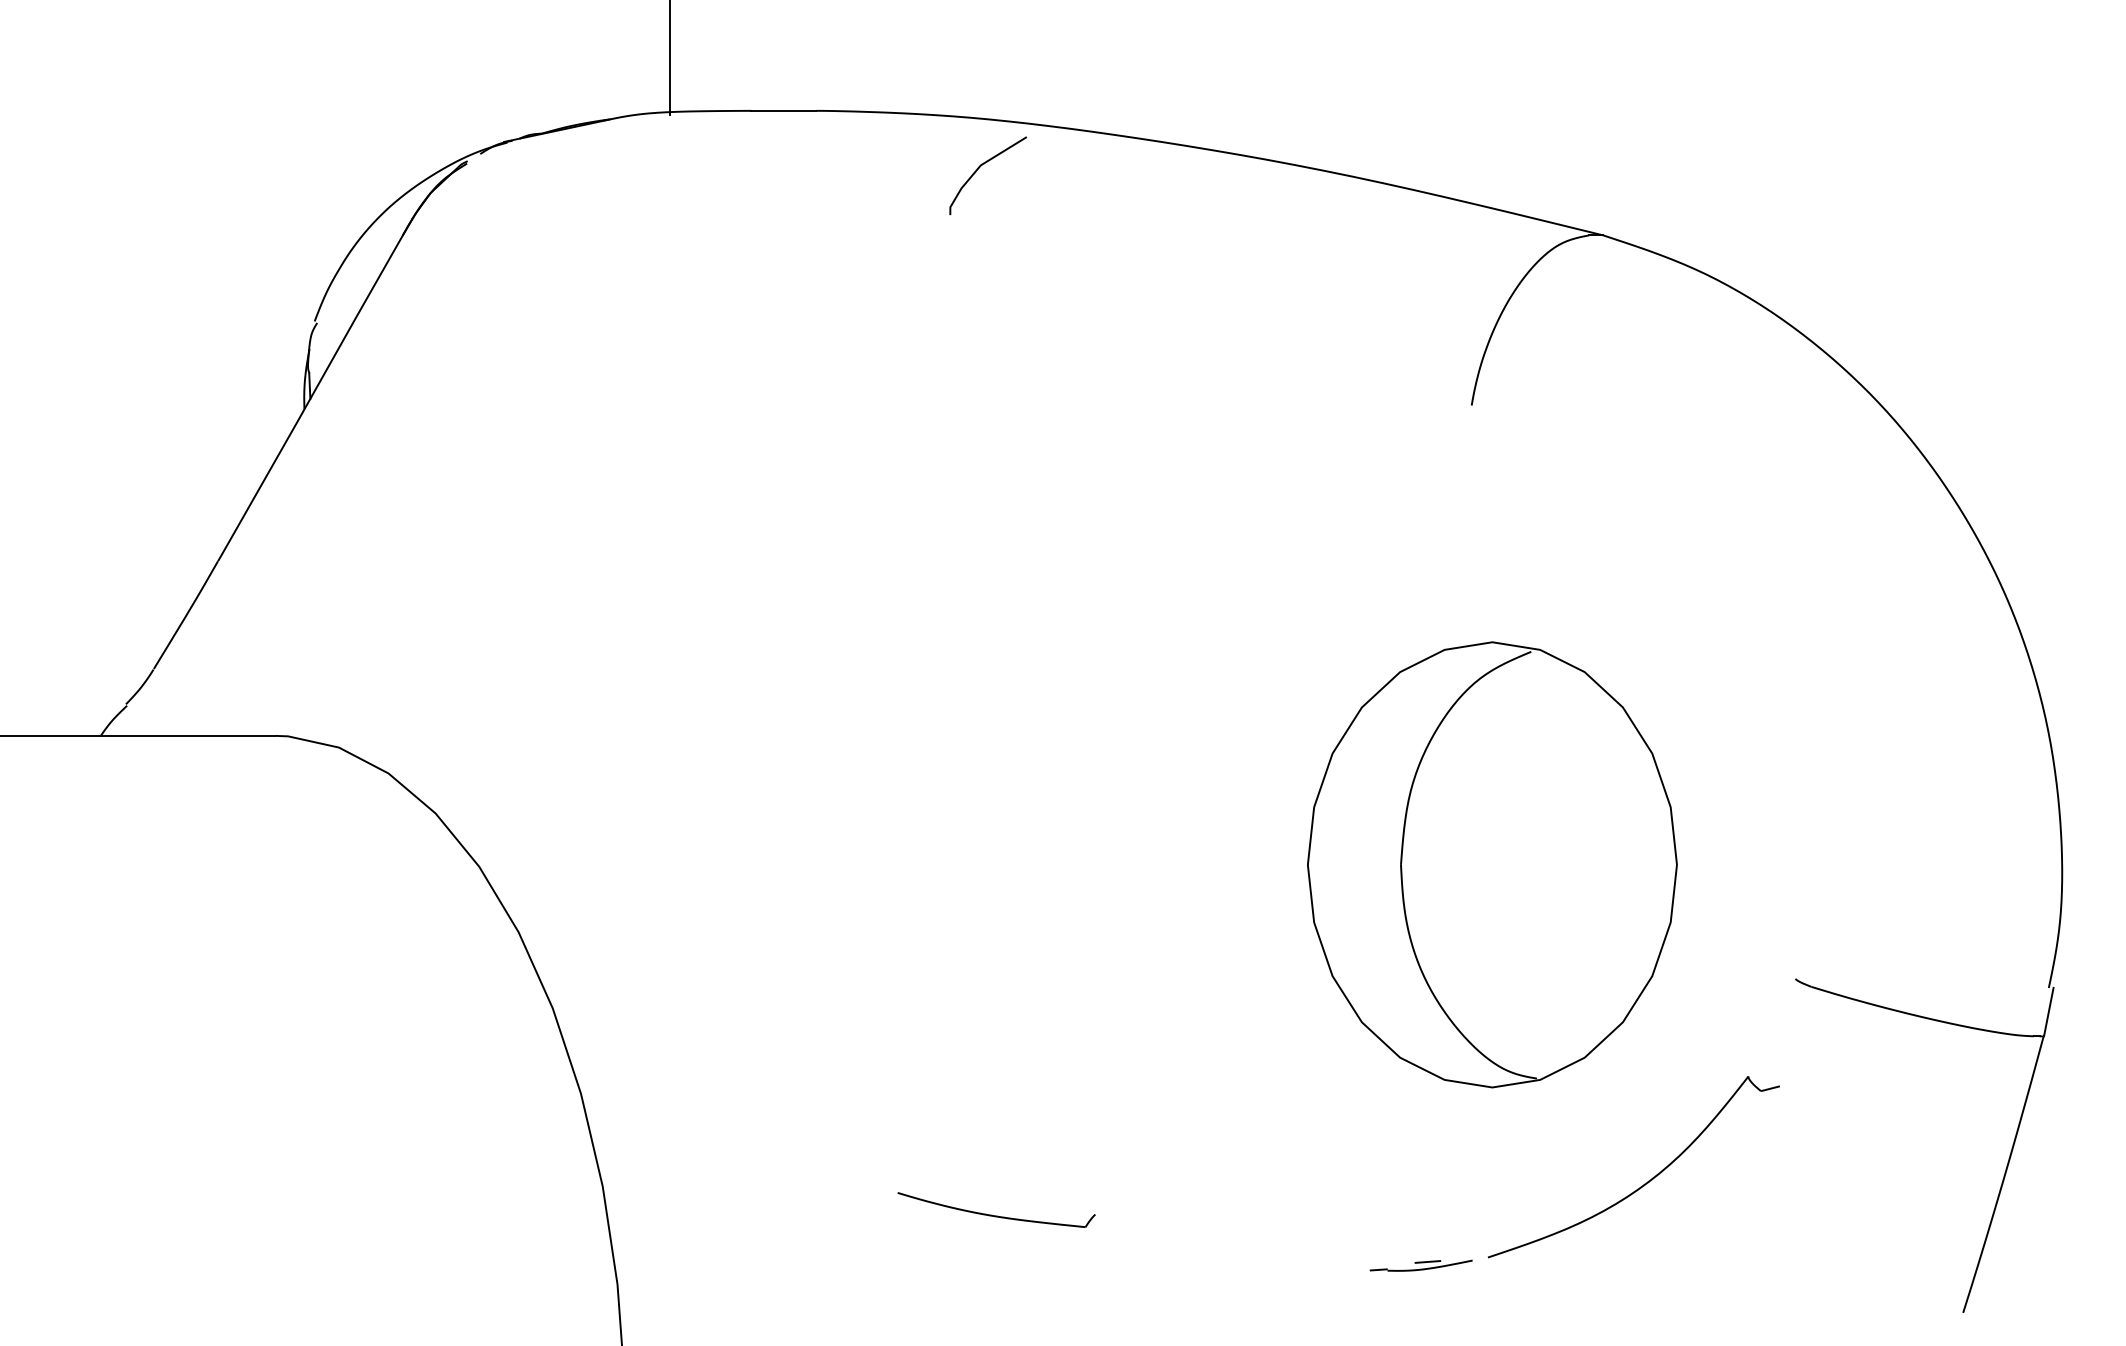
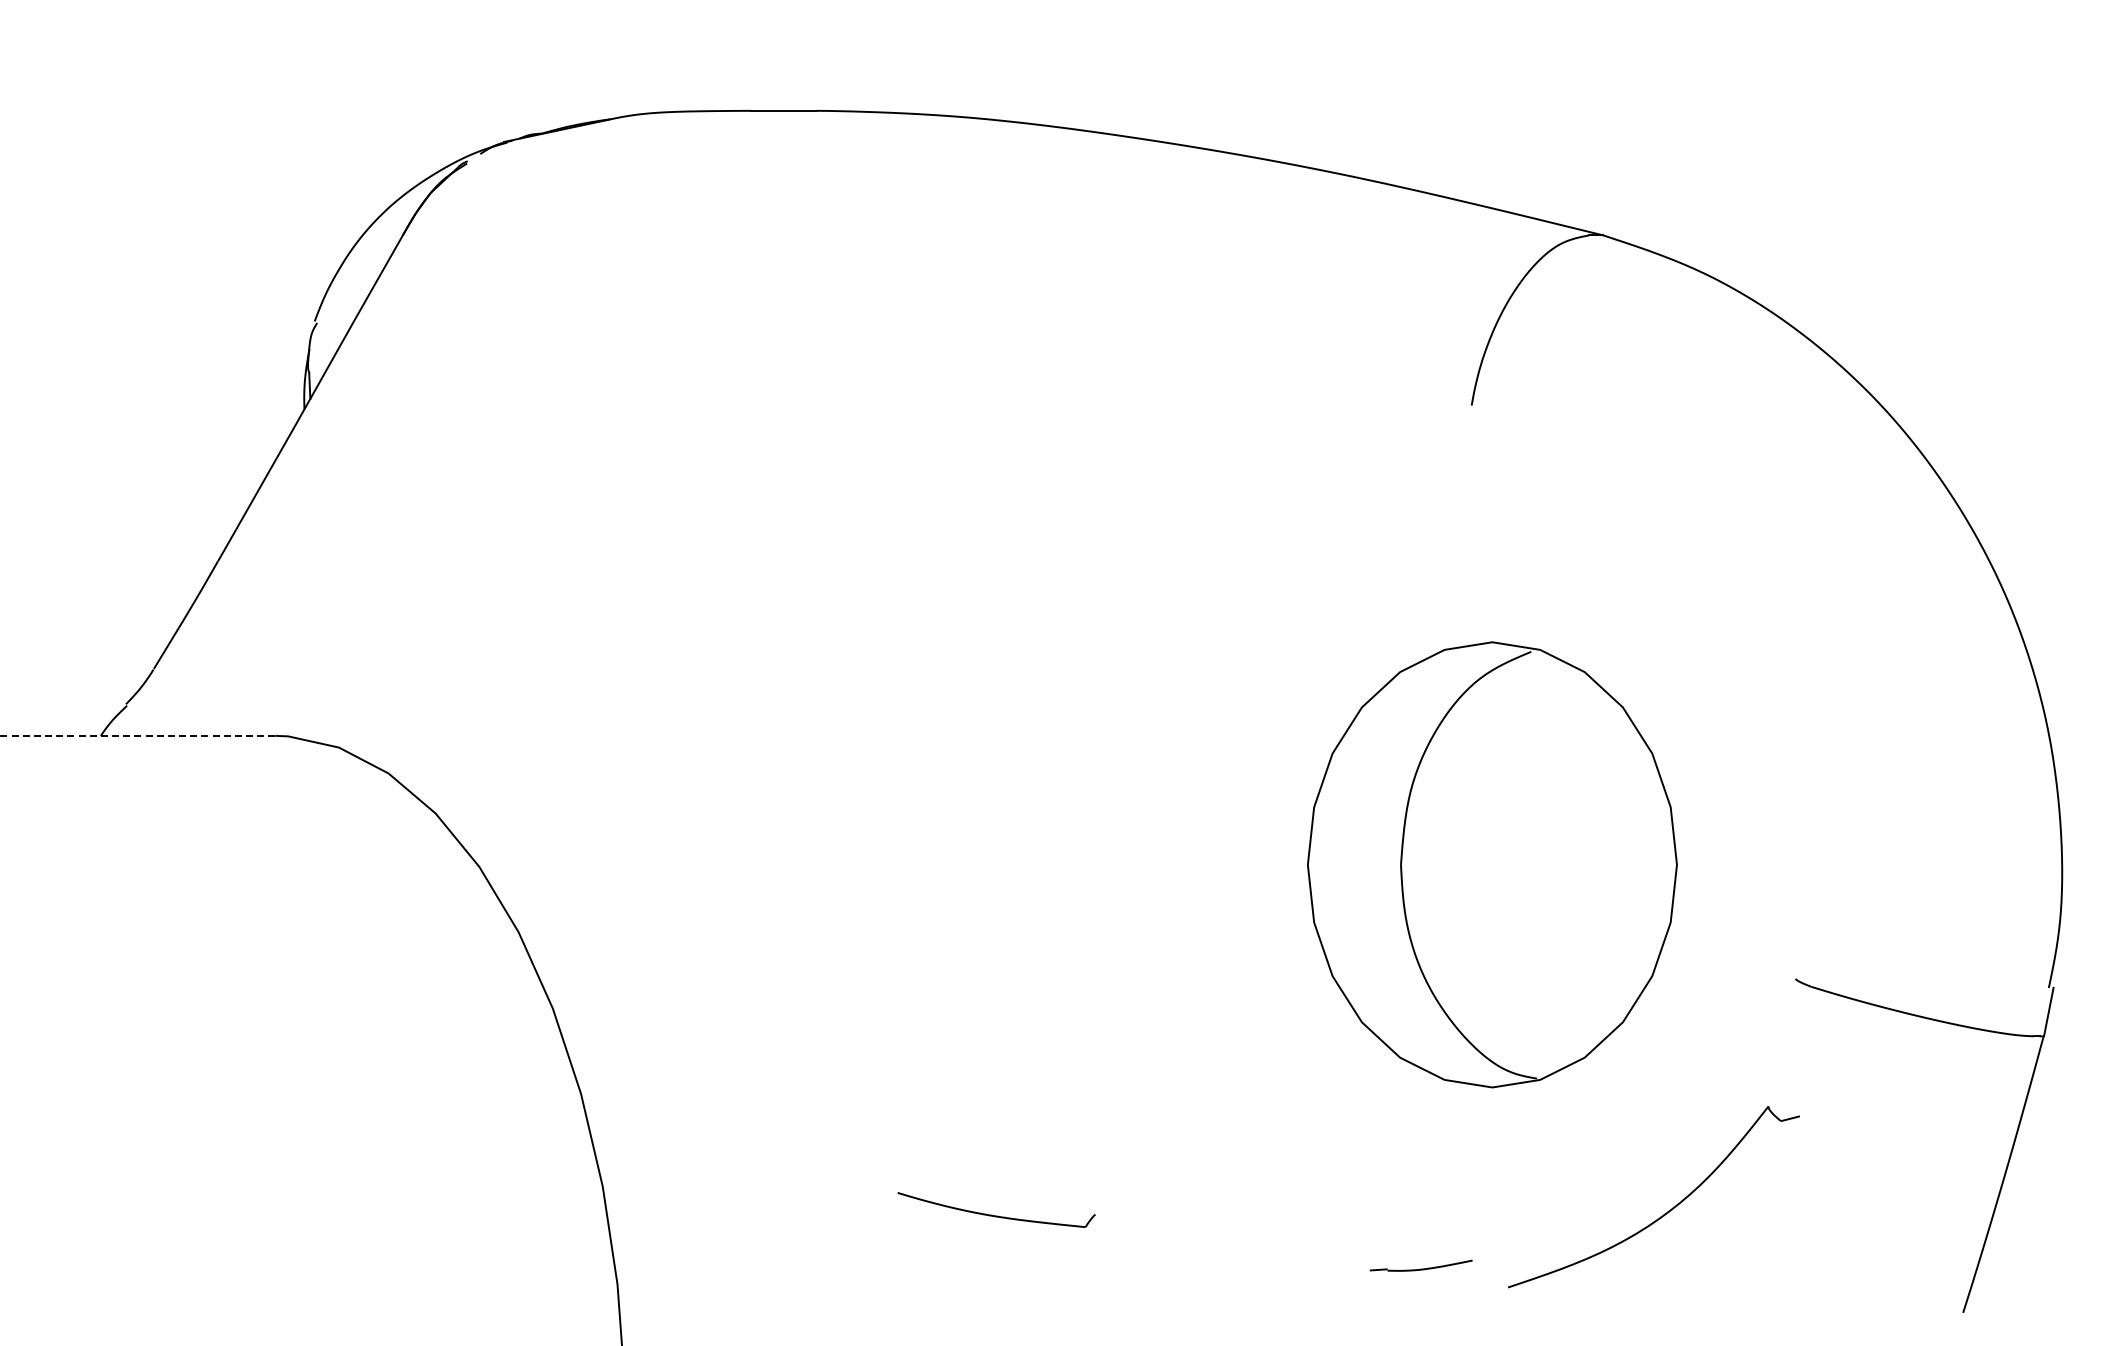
line at (669, 58): present -> none
curve at (980, 167): present -> none
line at (137, 735): solid -> dashed
part at (1644, 1183) position: (1644, 1183) -> (1664, 1213)
line at (1427, 1261): present -> none
